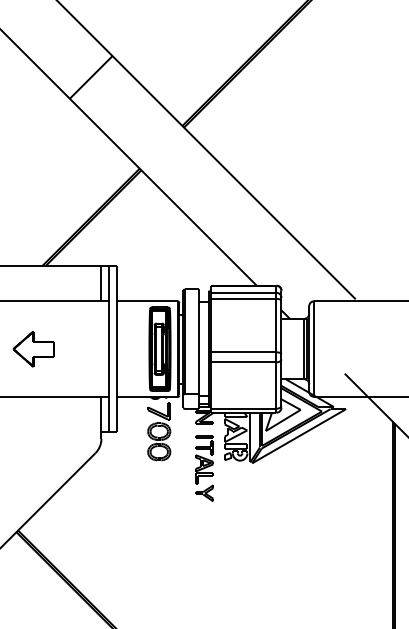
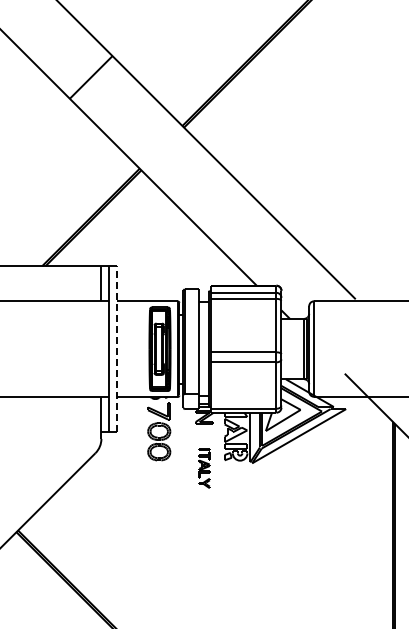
part at (33, 349): present -> none
line at (116, 349): solid -> dashed
part at (204, 468) size: 19x67 px -> 13x41 px
